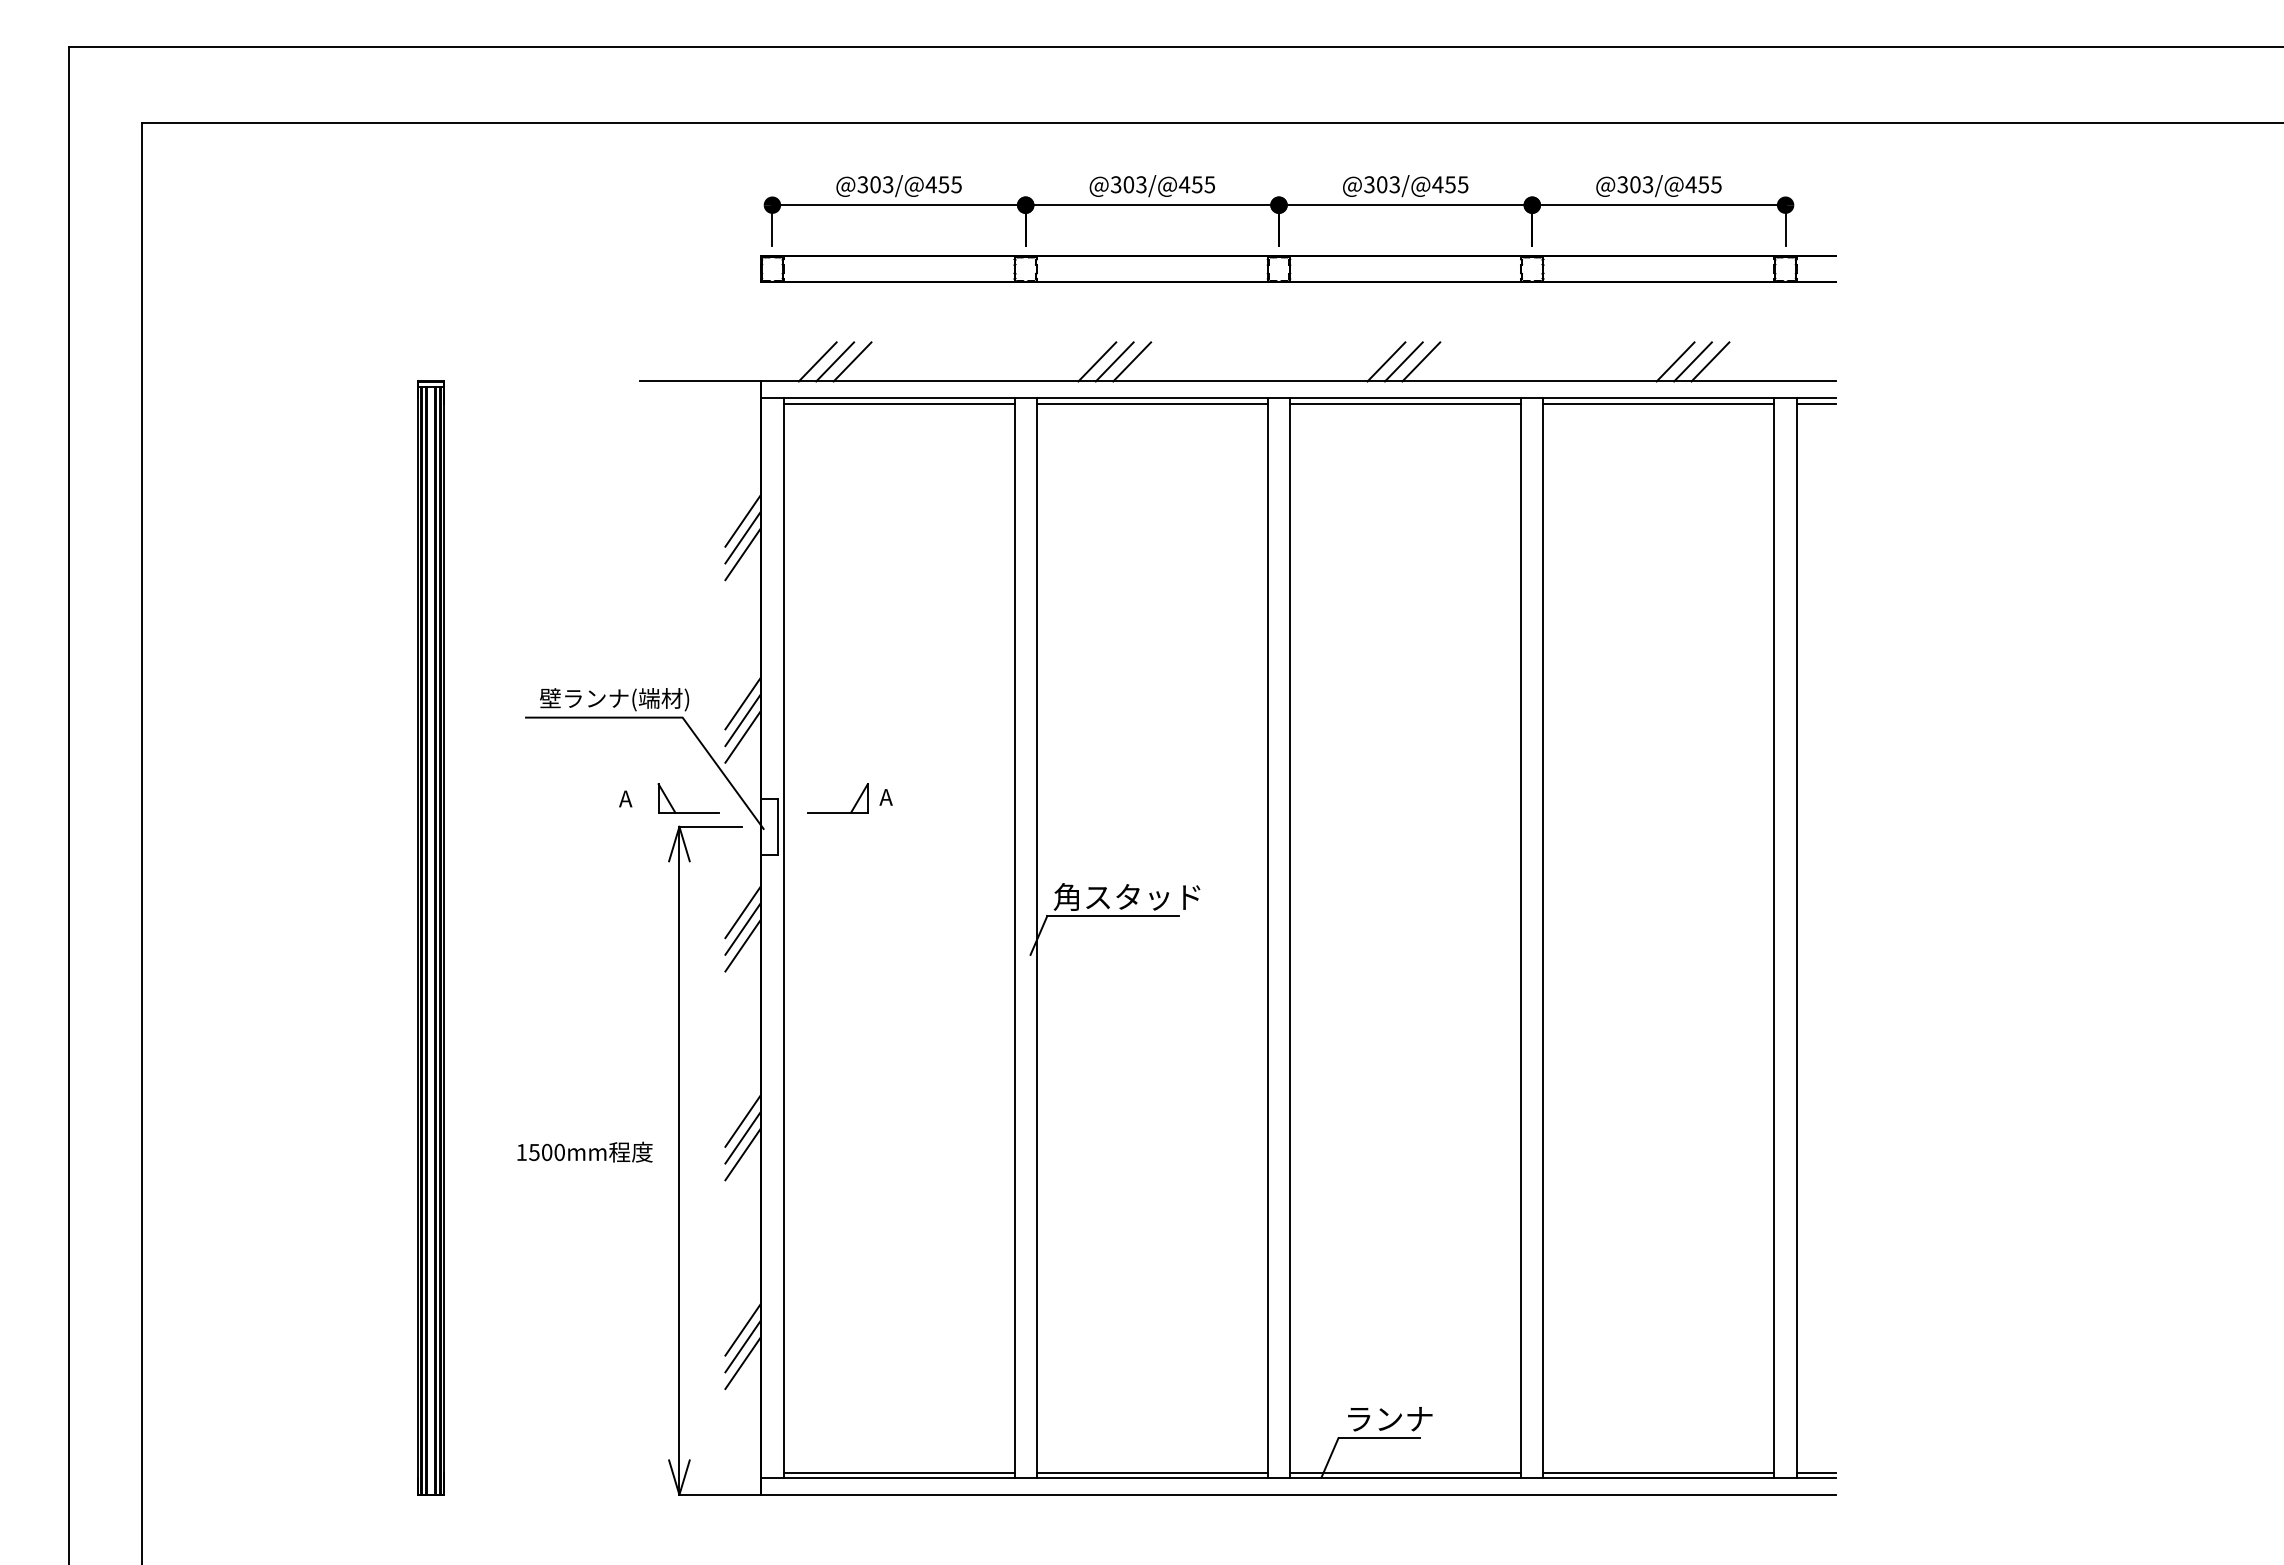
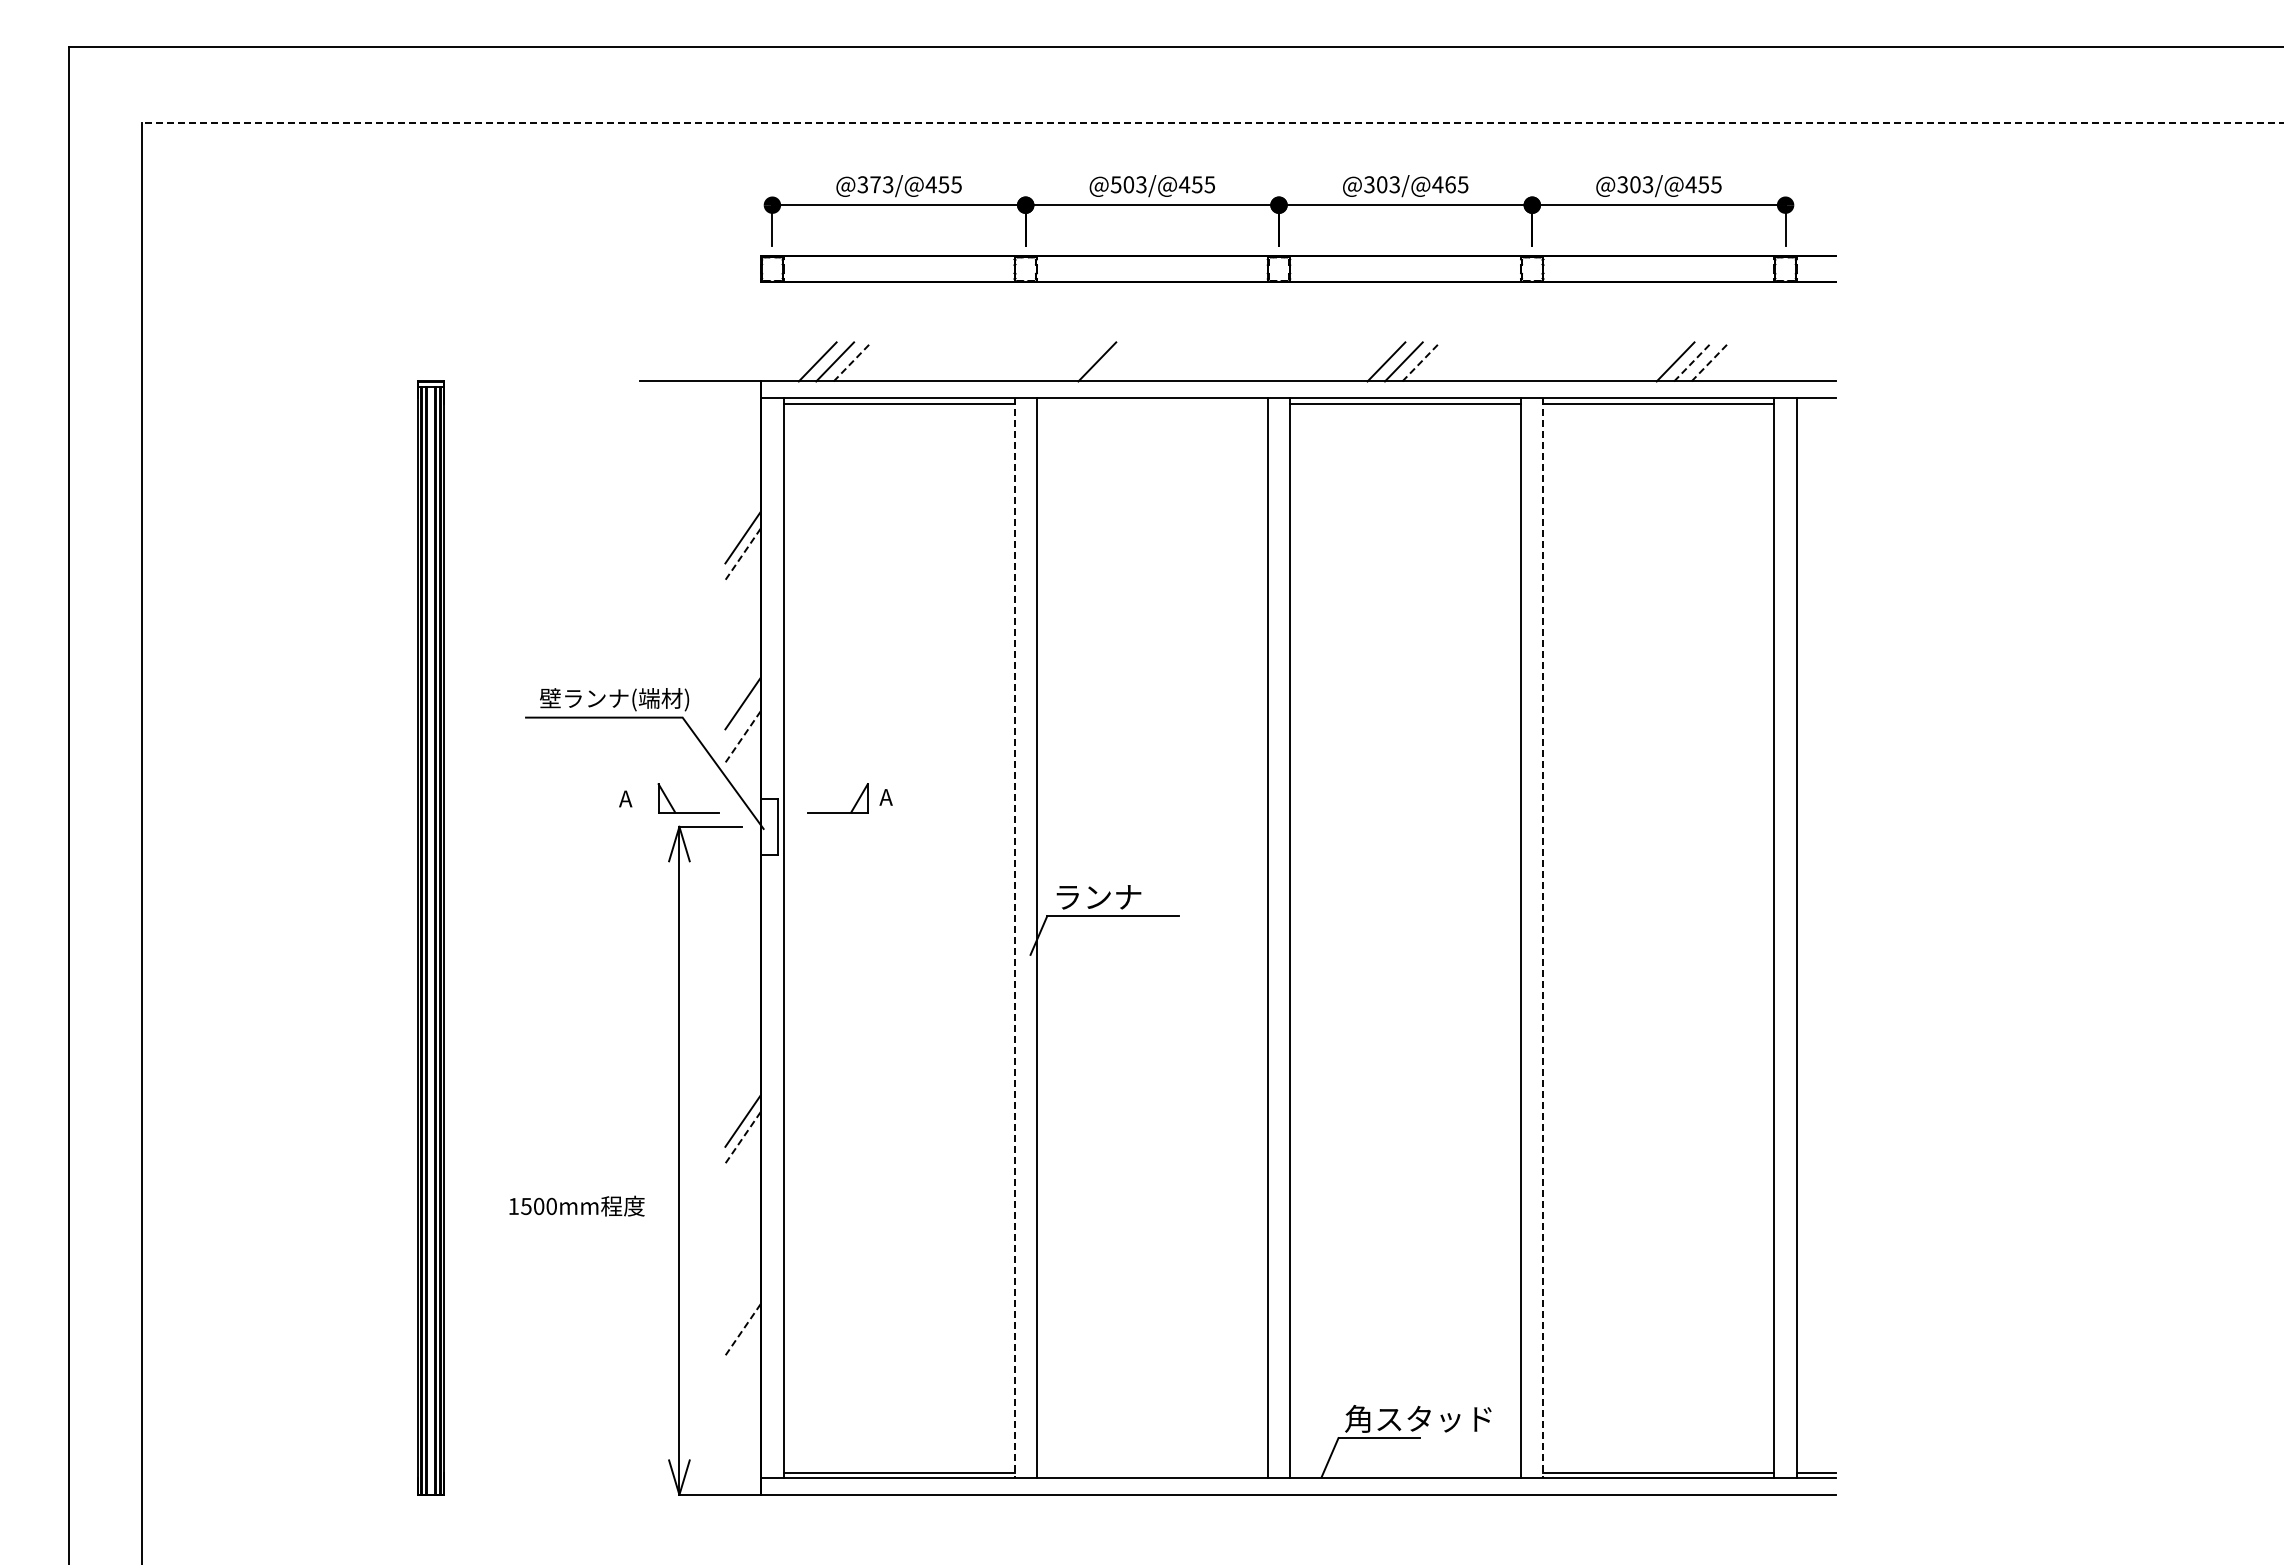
line at (1212, 122): solid -> dashed
text at (875, 184): @303/@455 -> @373/@455
text at (1116, 184): @303/@455 -> @503/@455
text at (1450, 184): @303/@455 -> @303/@465
line at (852, 361): solid -> dashed
line at (1114, 361): present -> none
line at (1132, 361): present -> none
line at (1421, 361): solid -> dashed
line at (1693, 361): solid -> dashed
line at (1710, 361): solid -> dashed
line at (1151, 403): present -> none
line at (1815, 403): present -> none
line at (742, 520): present -> none
line at (742, 554): solid -> dashed
line at (742, 720): present -> none
line at (742, 737): solid -> dashed
text at (1126, 896): 角スタッド -> ランナ
line at (742, 912): present -> none
line at (742, 928): present -> none
line at (1014, 938): solid -> dashed
line at (1543, 938): solid -> dashed
line at (742, 945): present -> none
line at (742, 1138): solid -> dashed
text at (584, 1151) position: (584, 1151) -> (576, 1205)
line at (742, 1154): present -> none
line at (742, 1330): solid -> dashed
line at (742, 1346): present -> none
line at (742, 1363): present -> none
text at (1418, 1418): ランナ -> 角スタッド
line at (1151, 1472): present -> none
line at (1405, 1472): present -> none
